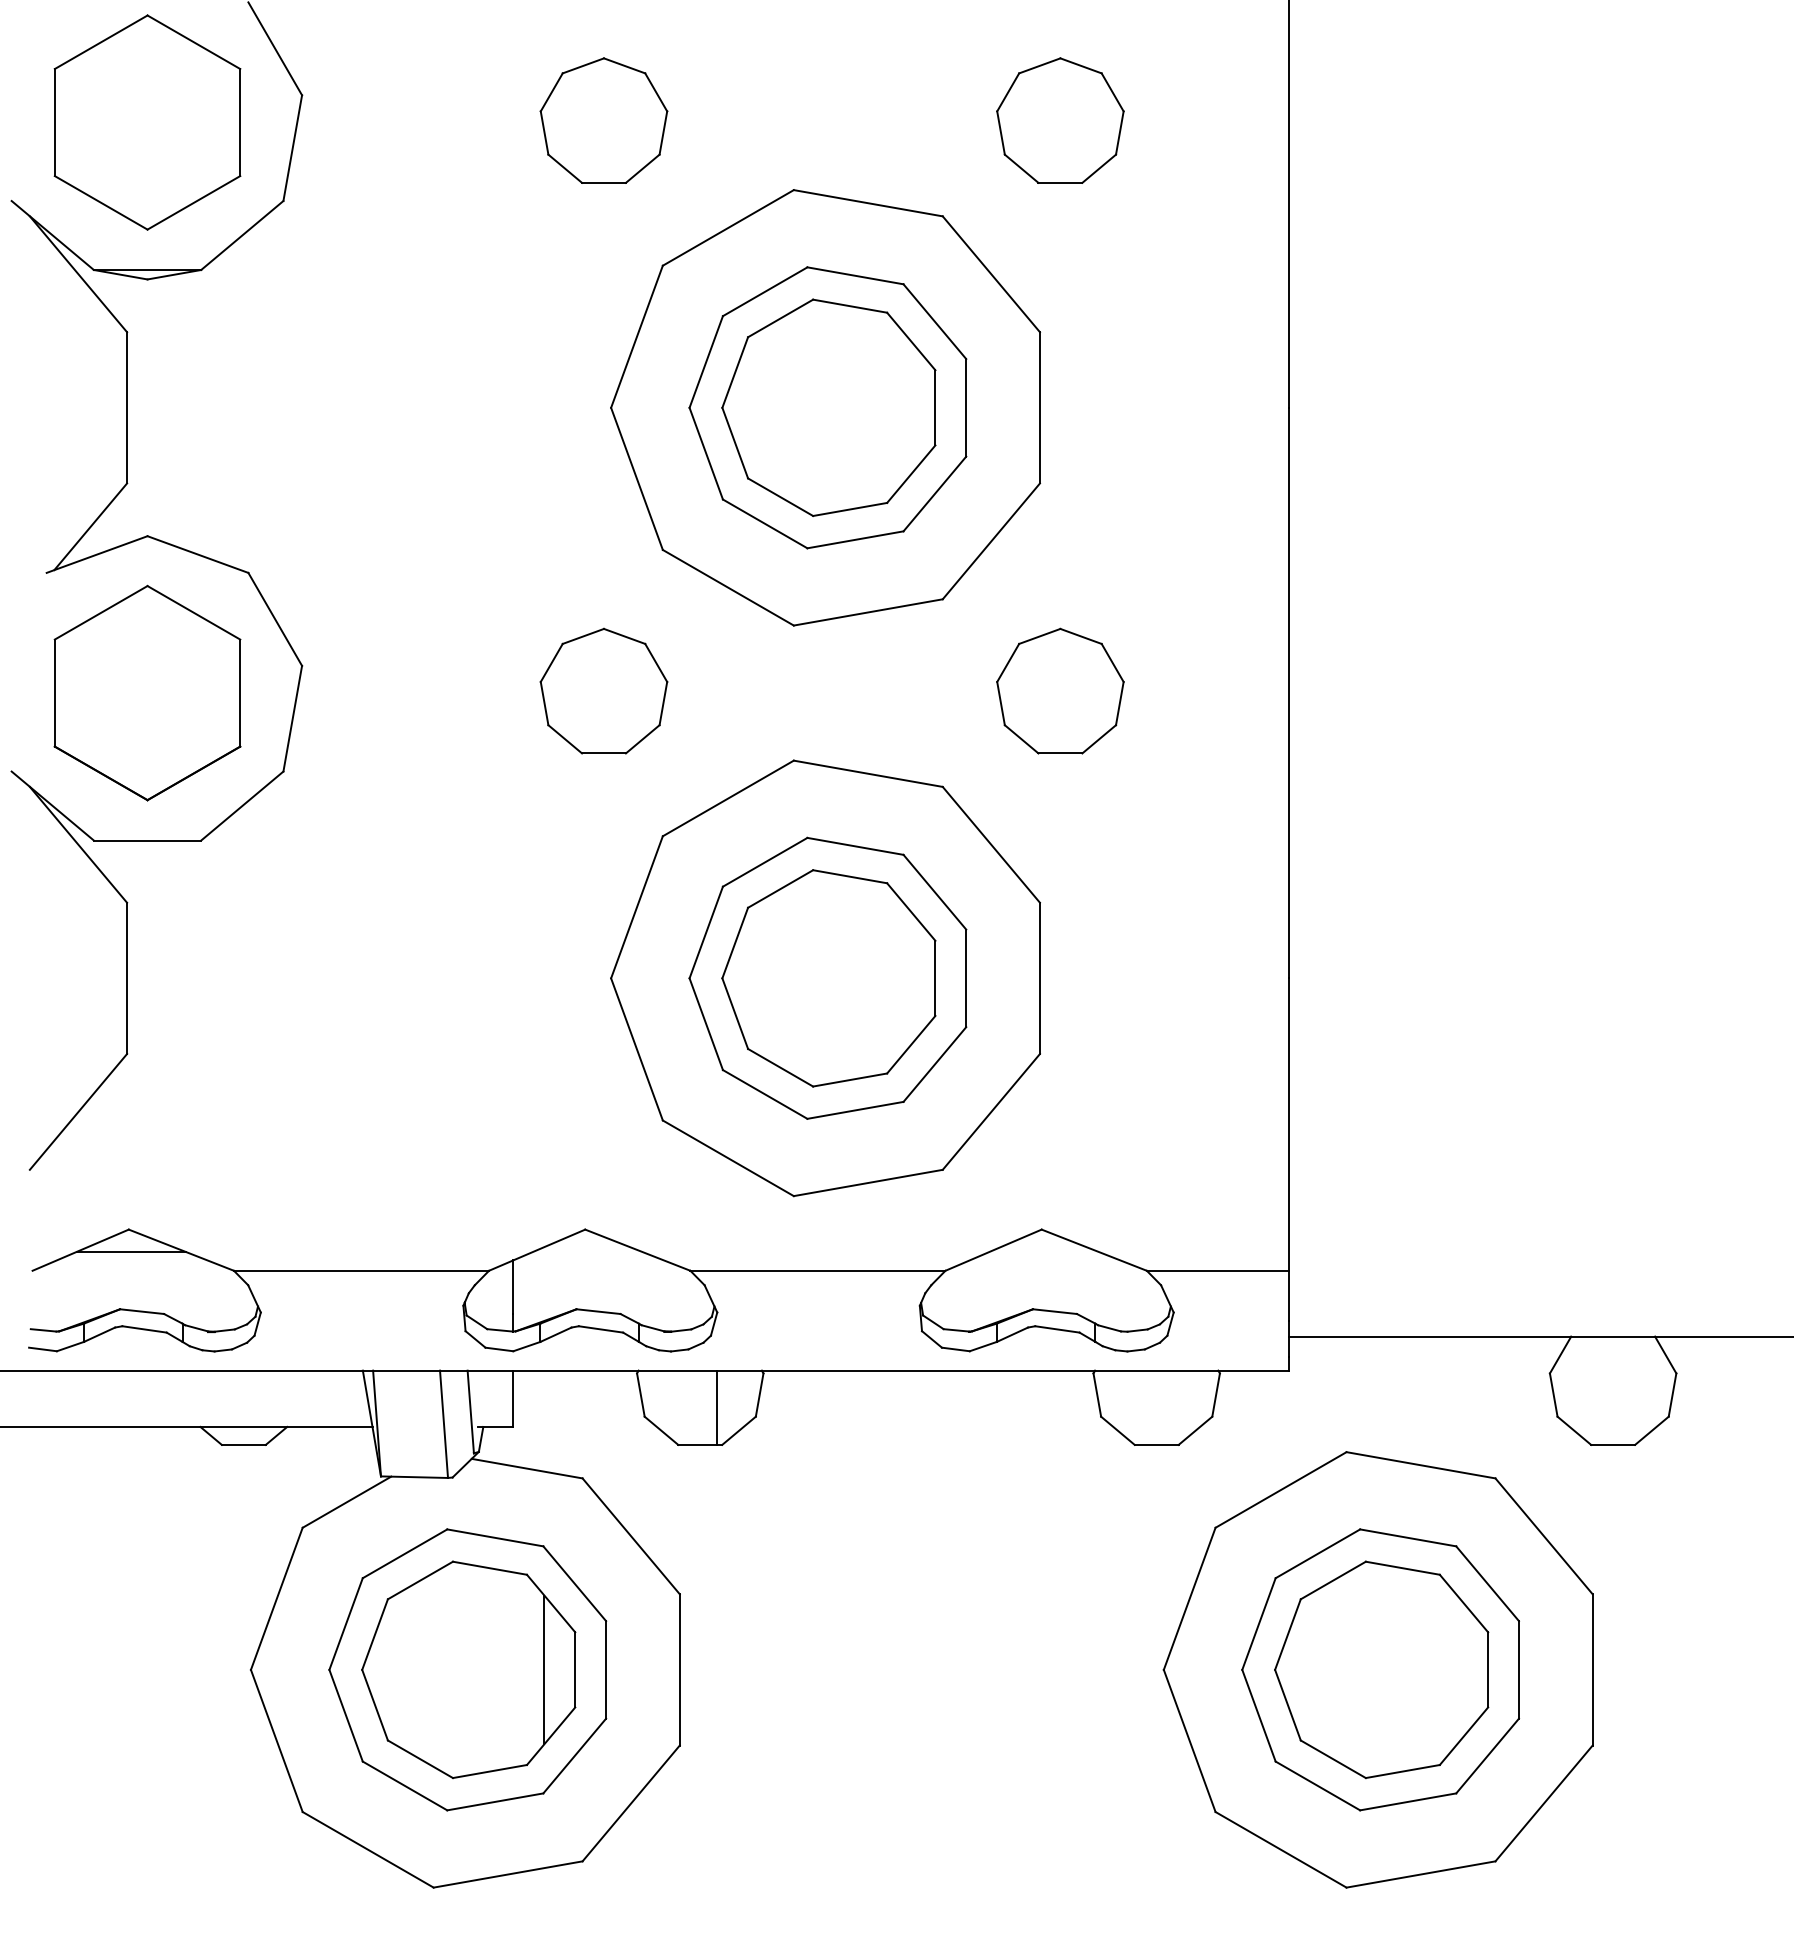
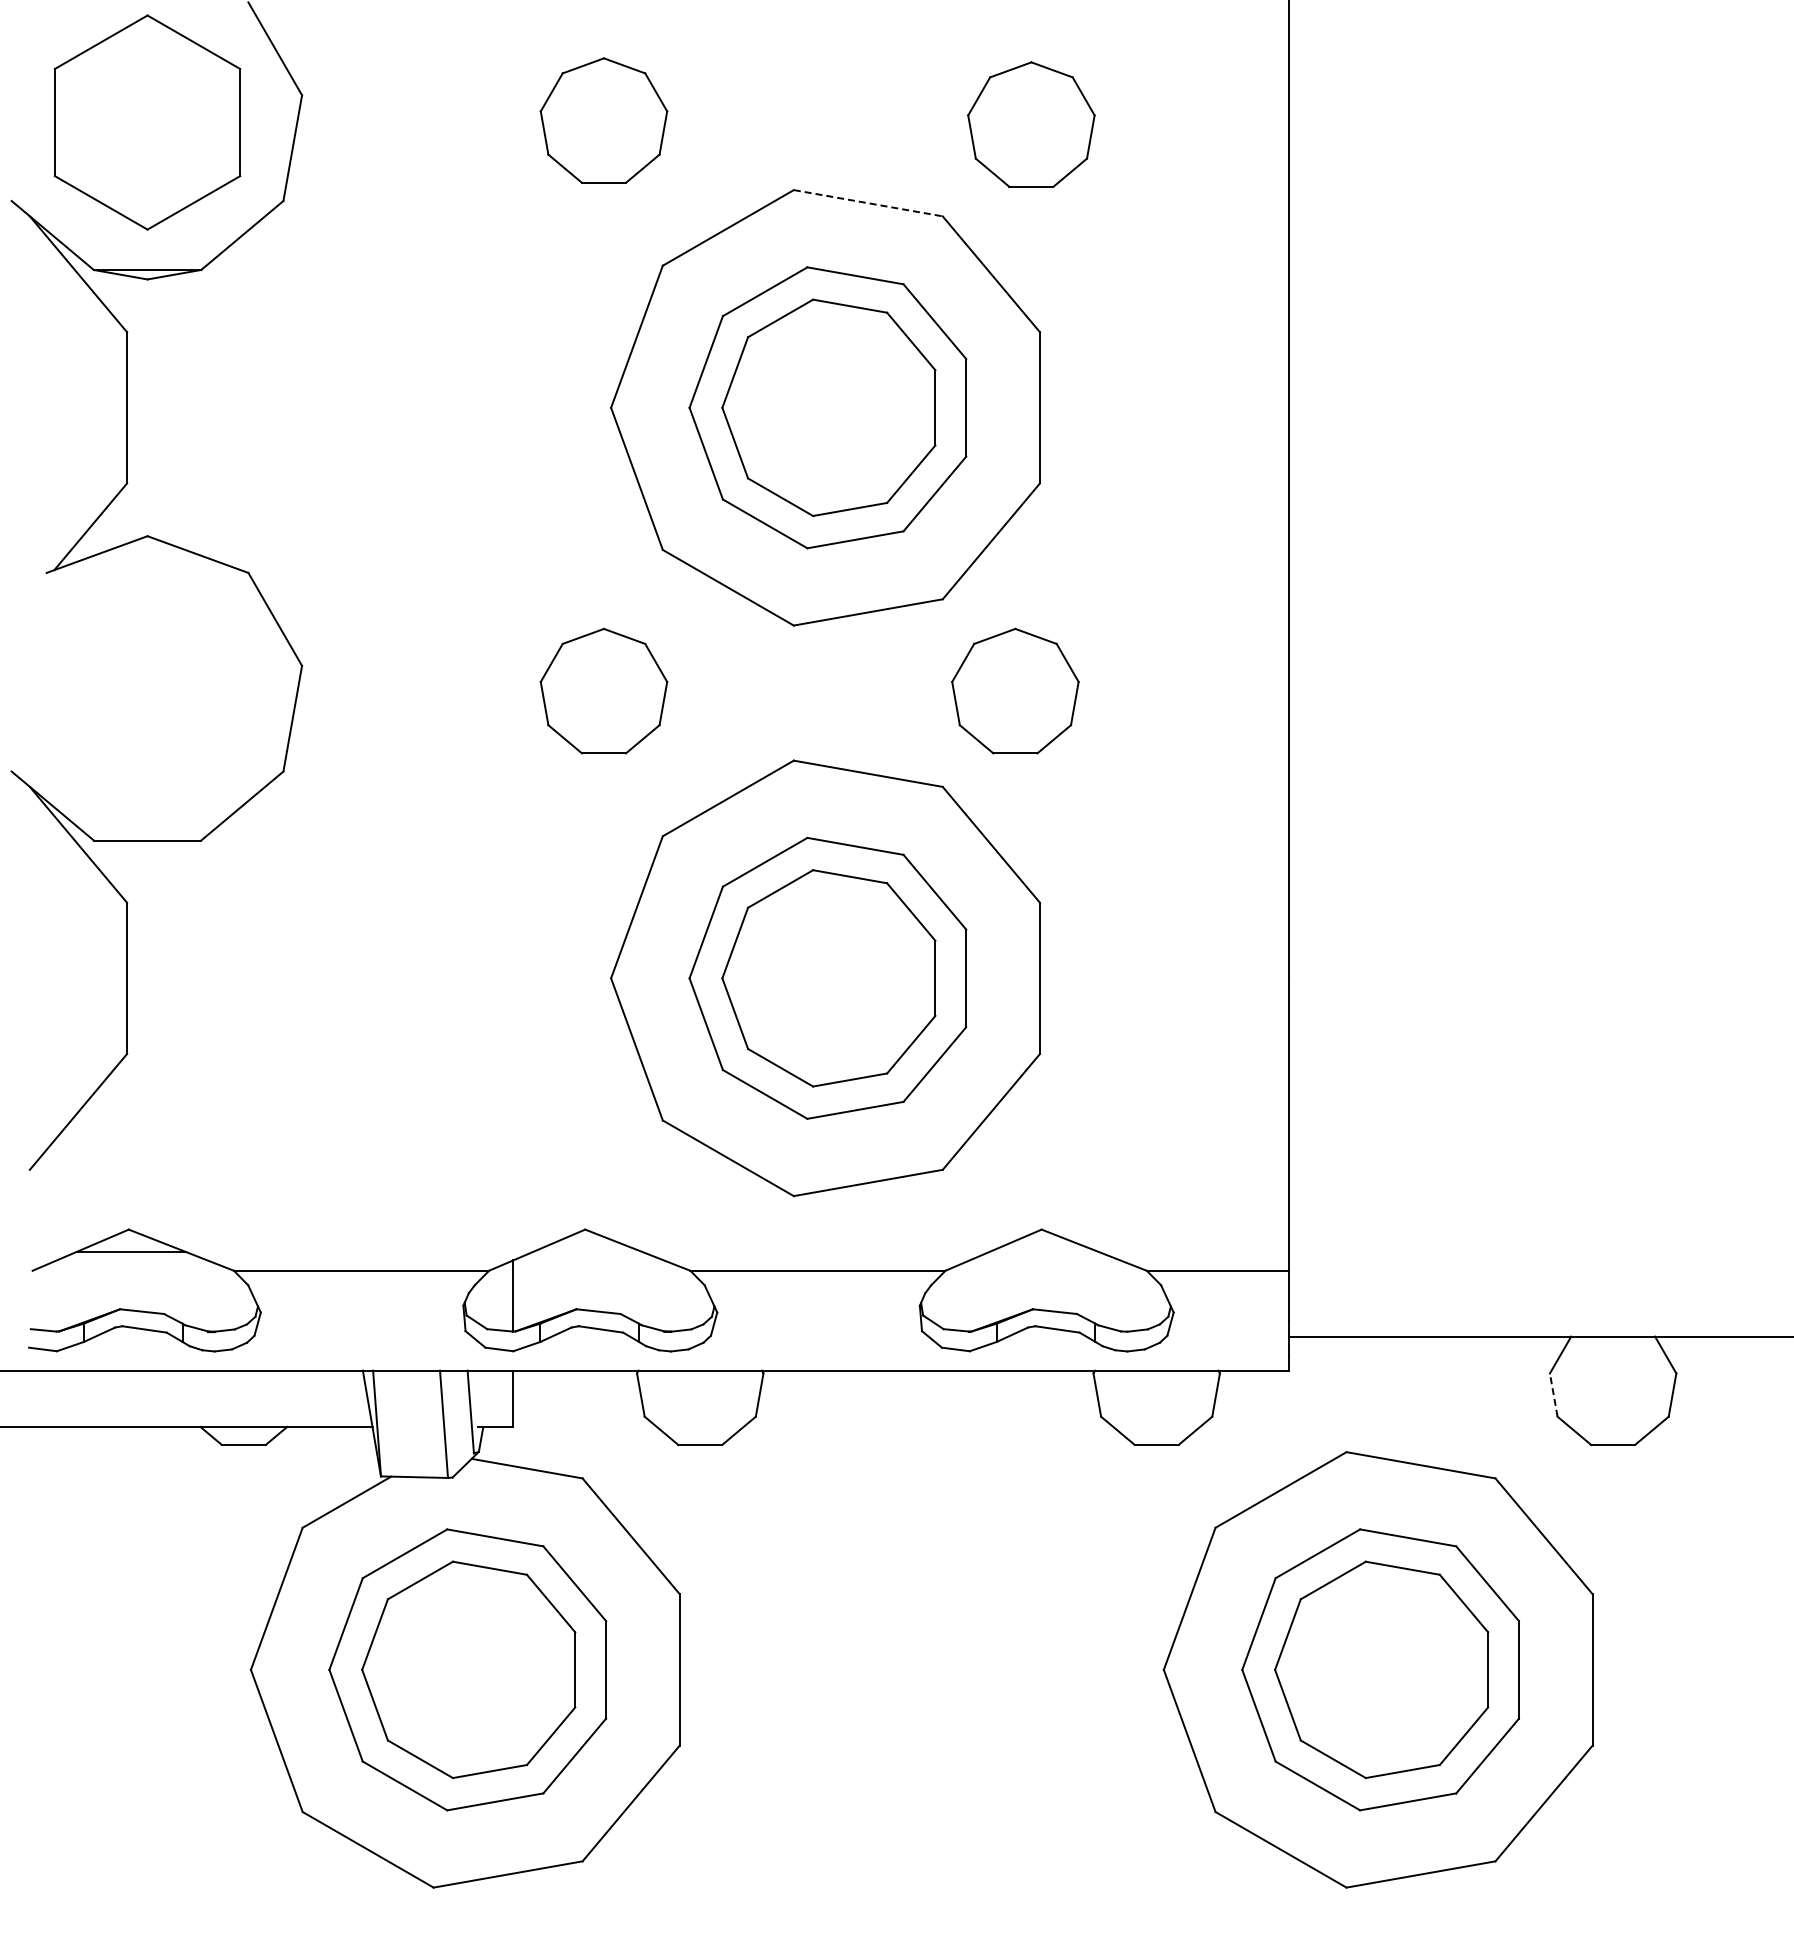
part at (1060, 120) position: (1060, 120) -> (1031, 124)
line at (868, 203): solid -> dashed
part at (1060, 690) position: (1060, 690) -> (1015, 690)
part at (147, 692): present -> none
line at (1553, 1395): solid -> dashed
line at (717, 1407): present -> none
line at (544, 1669): present -> none
